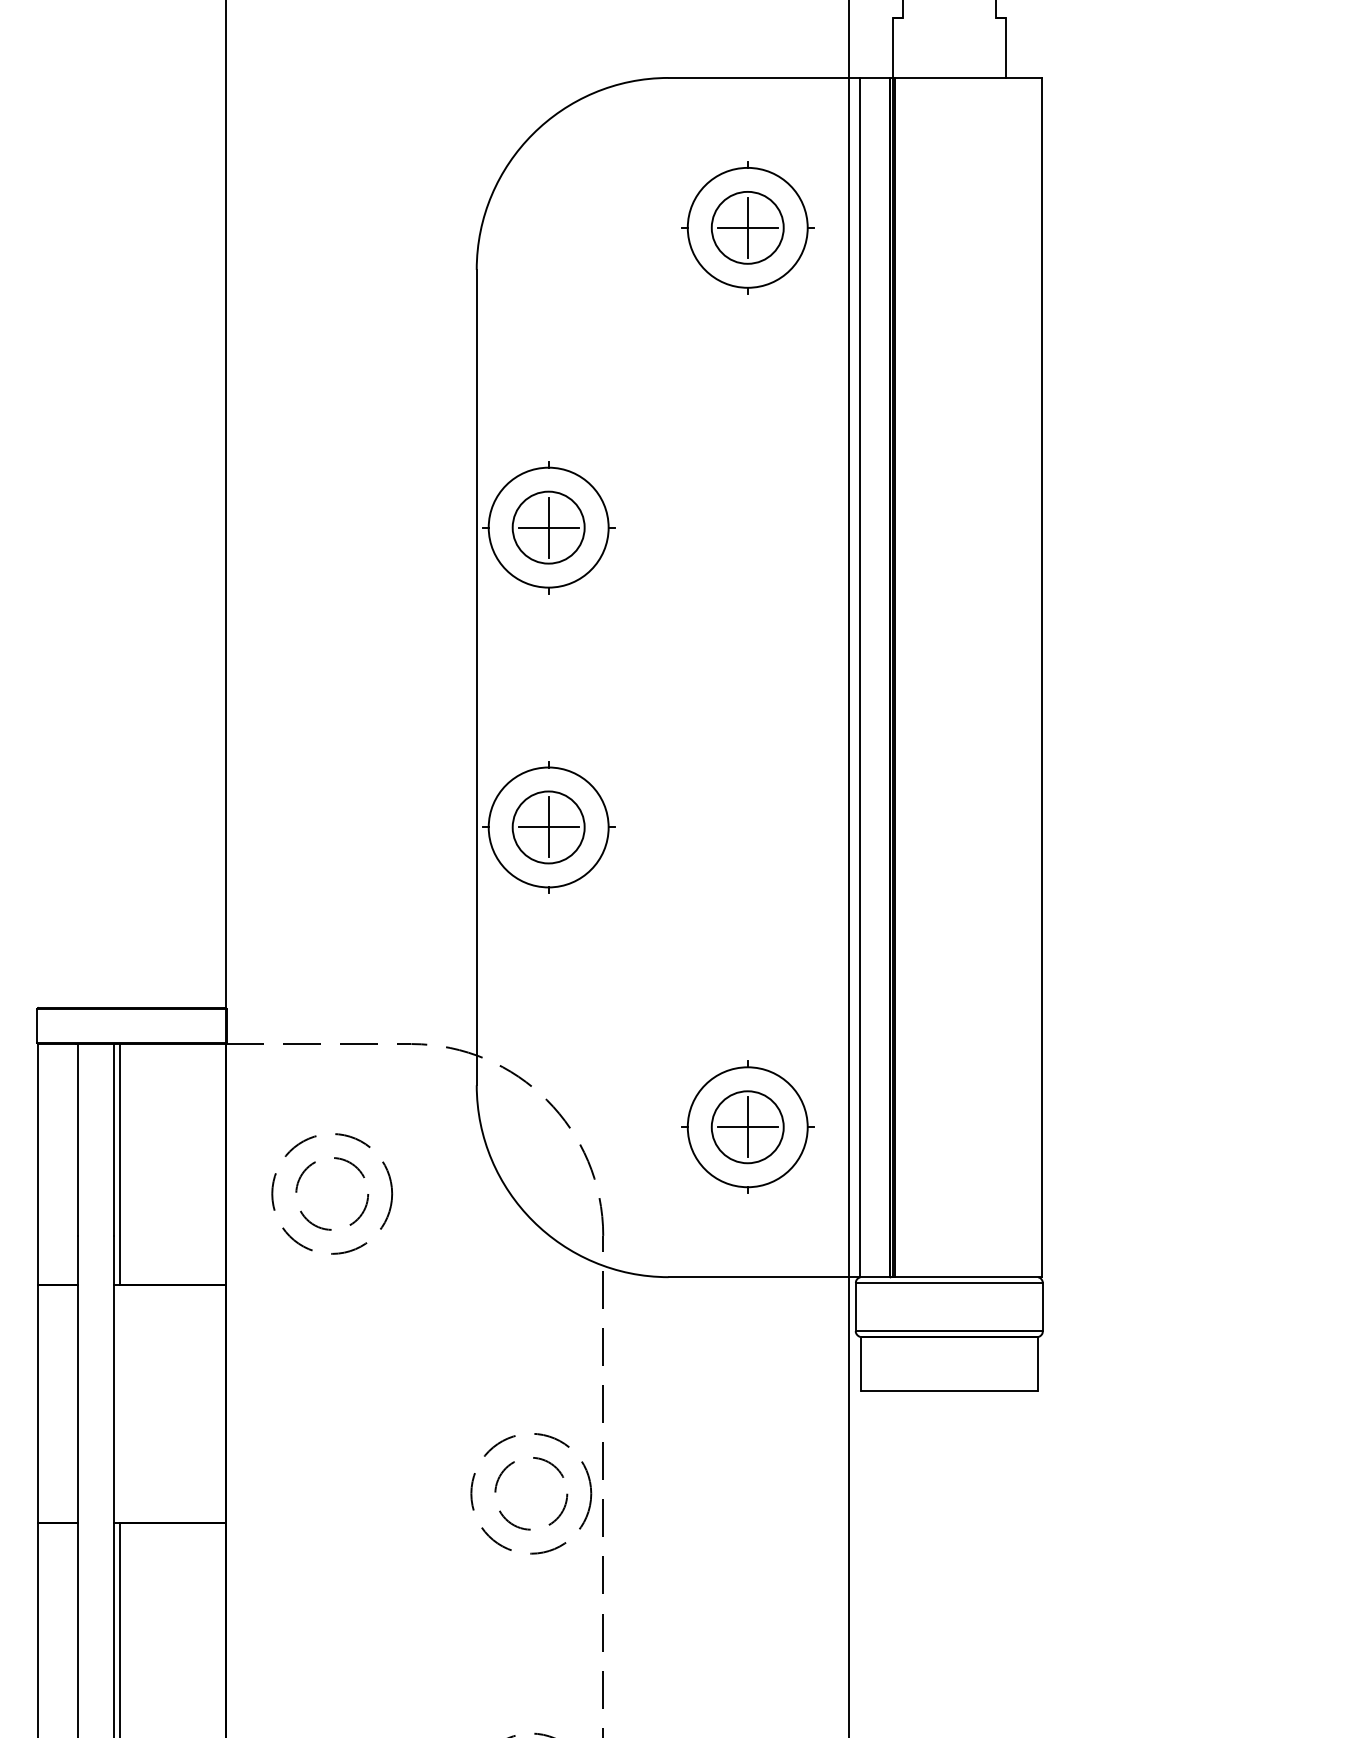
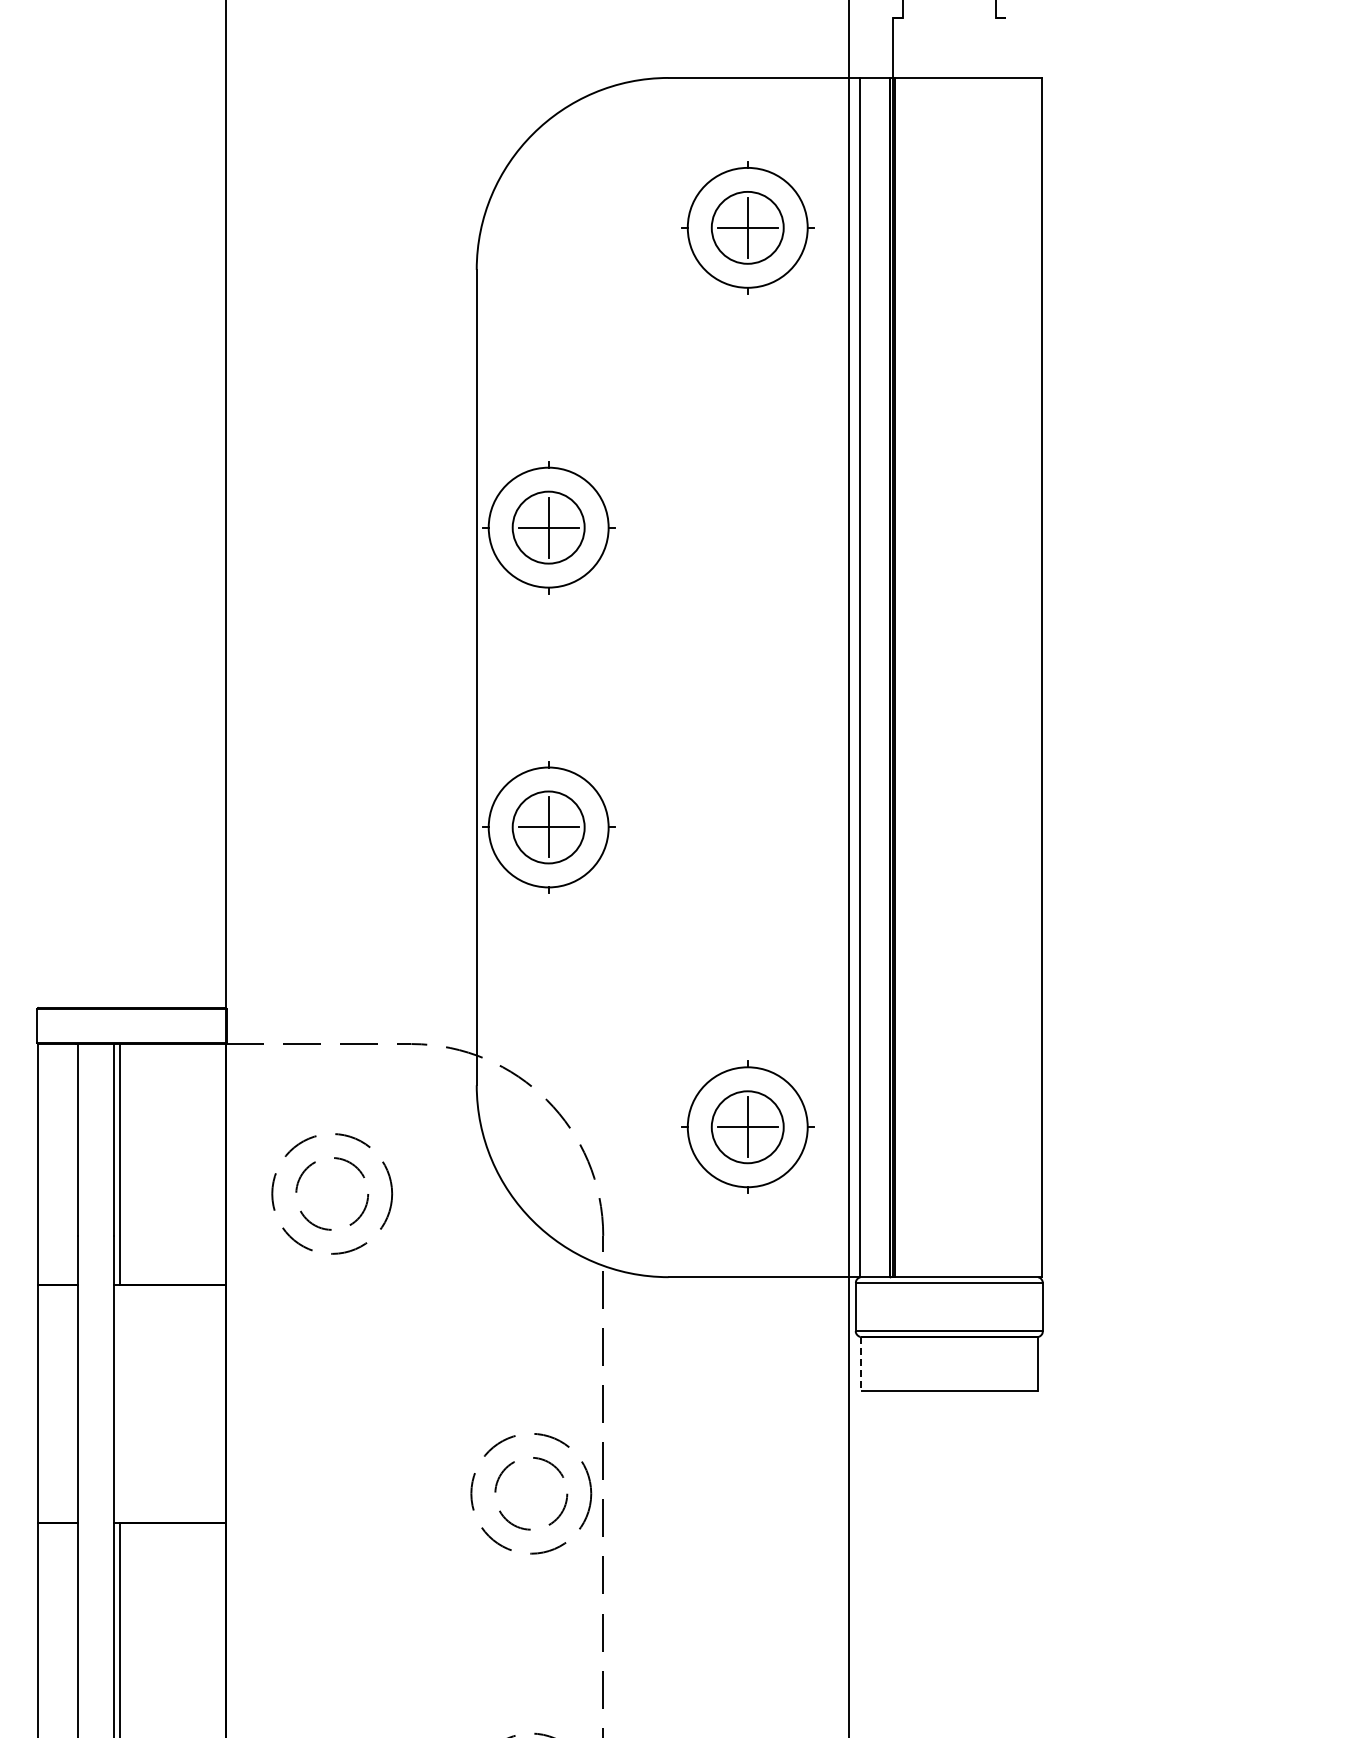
line at (1005, 47): present -> none
line at (861, 1364): solid -> dashed
